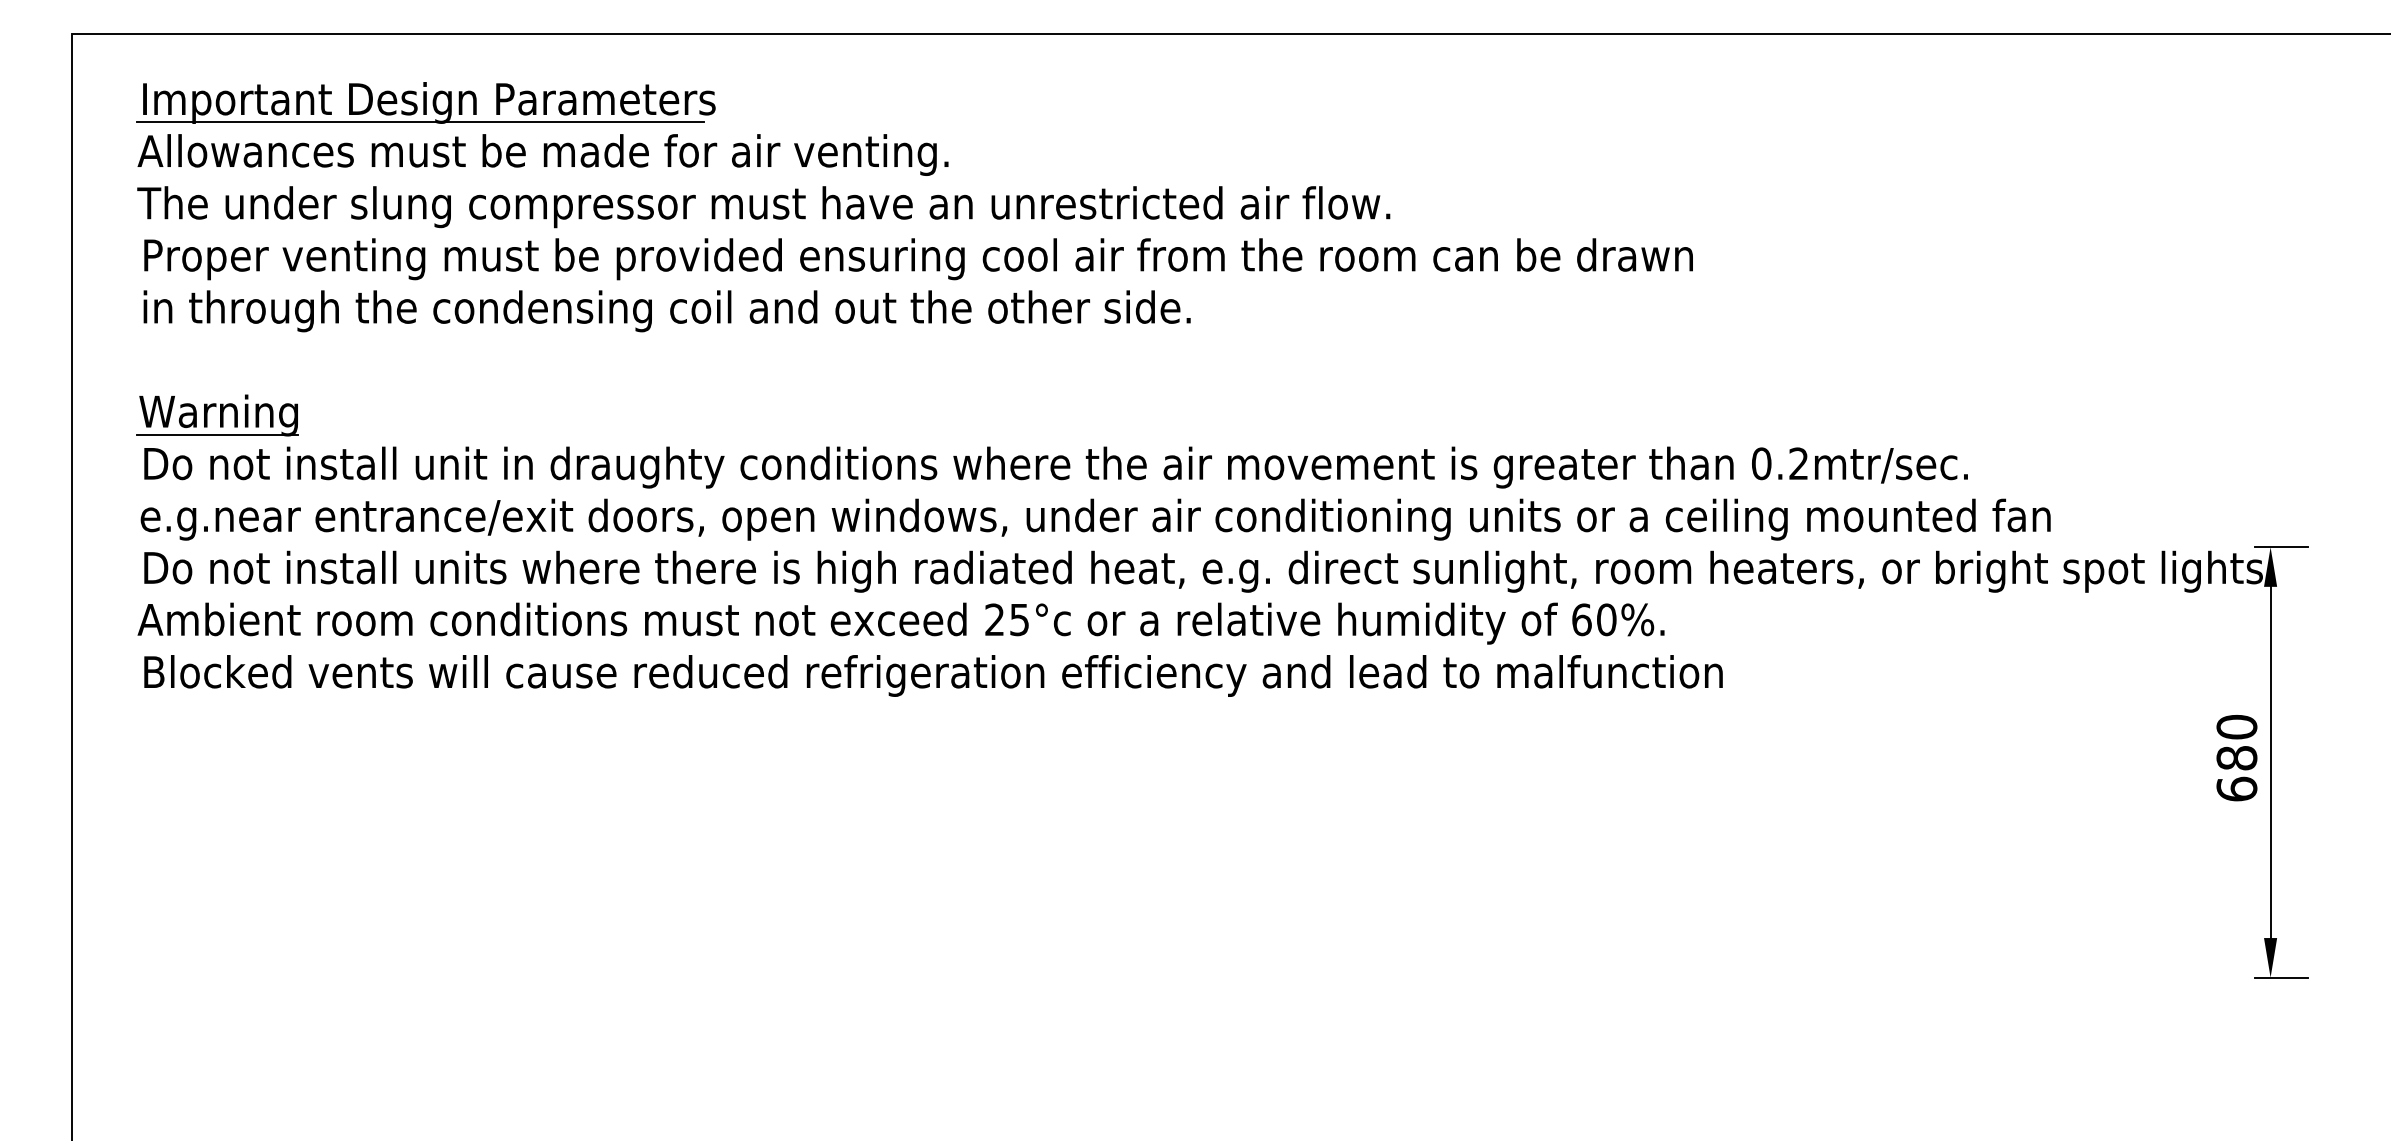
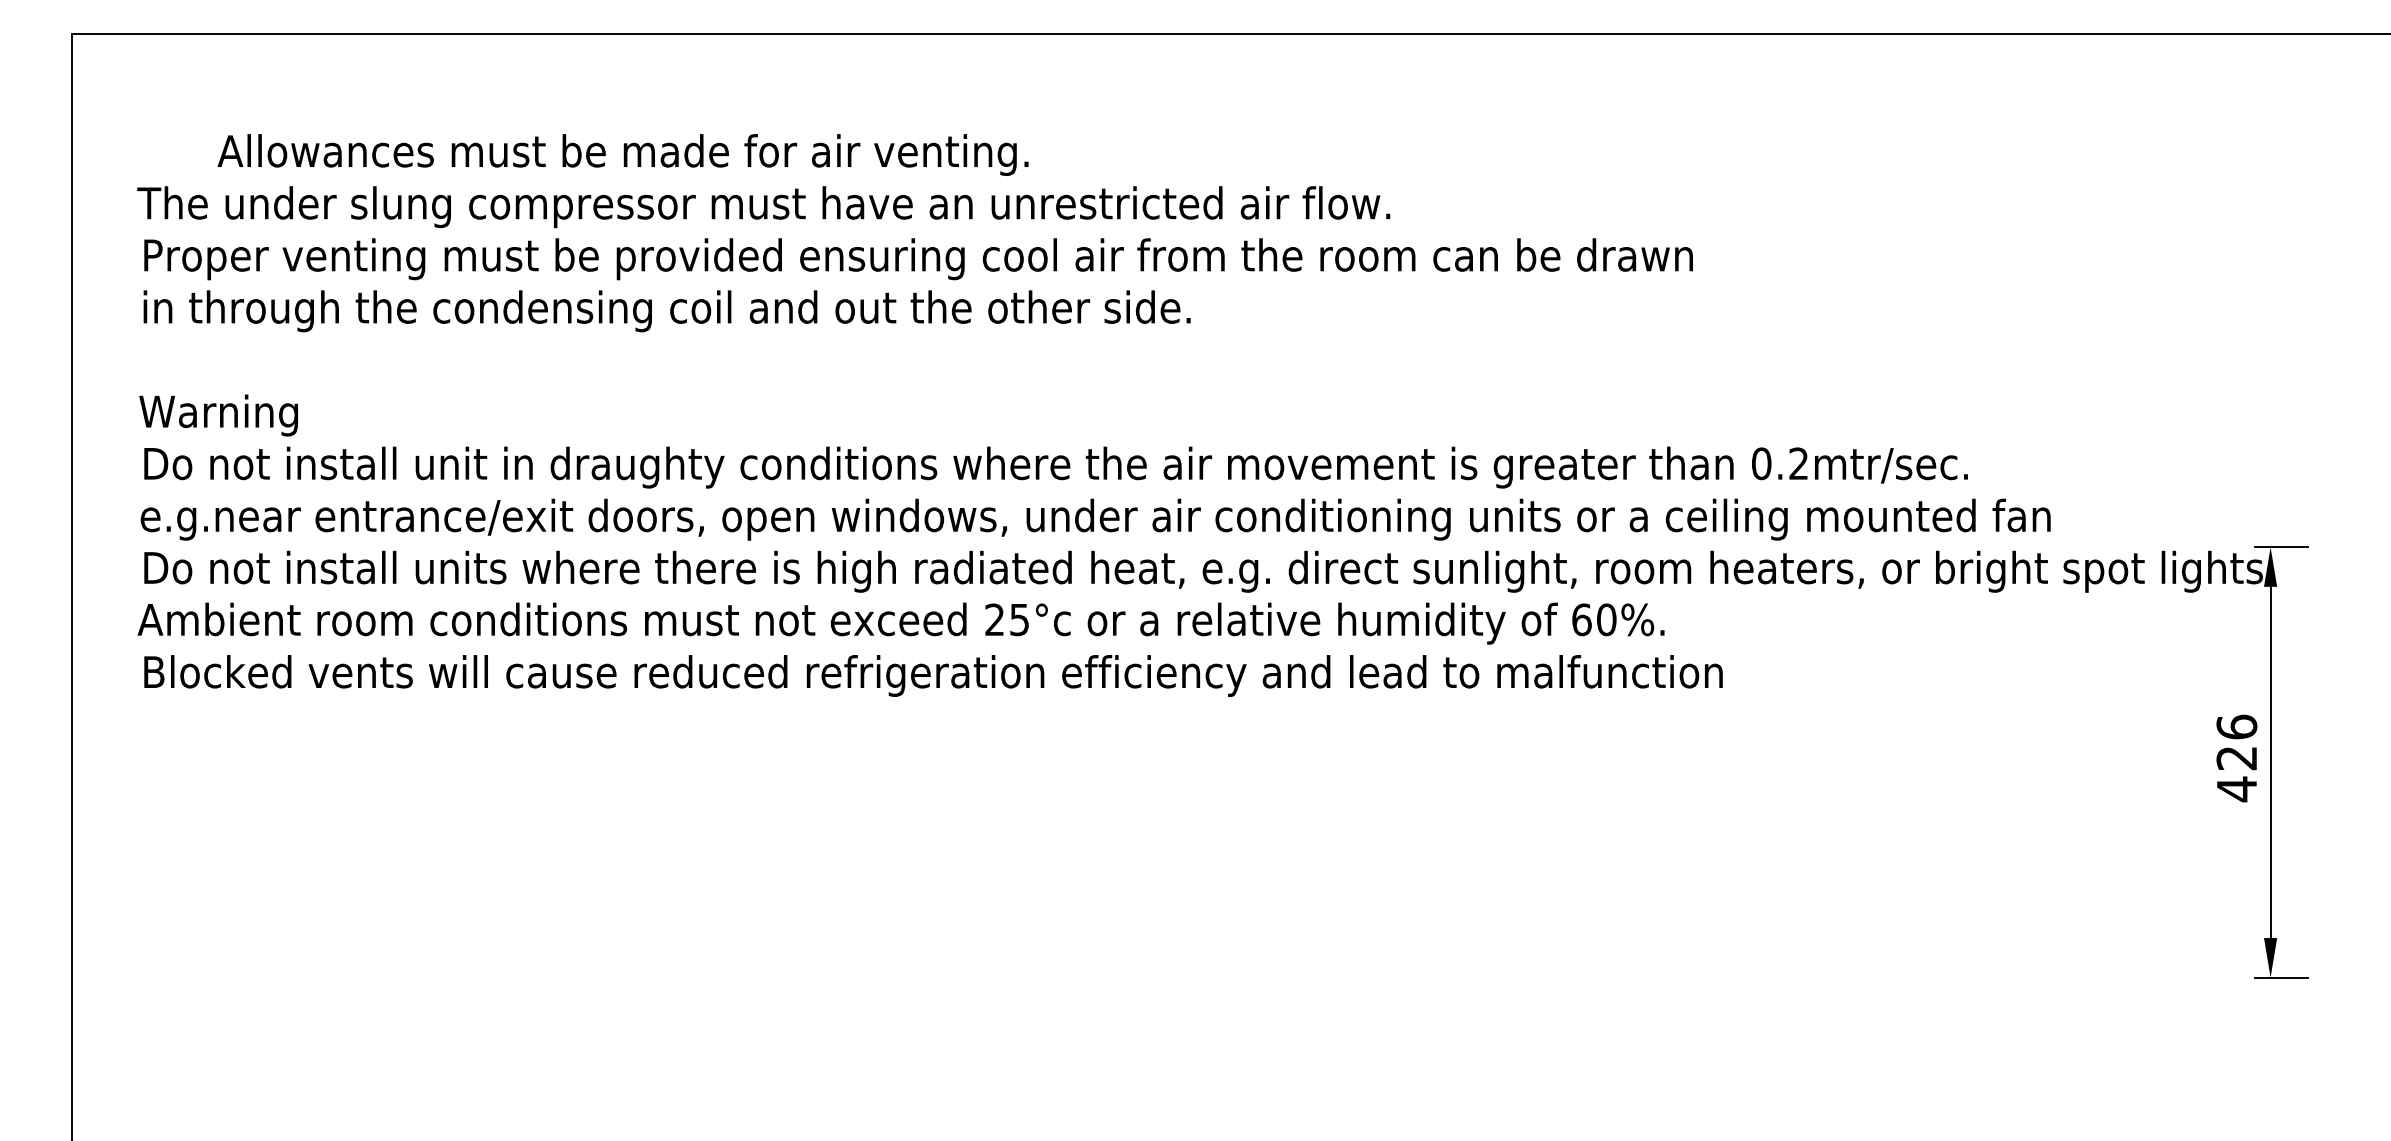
part at (425, 102): present -> none
text at (542, 154) position: (542, 154) -> (622, 154)
line at (217, 434): present -> none
text at (2236, 758): 680 -> 426
